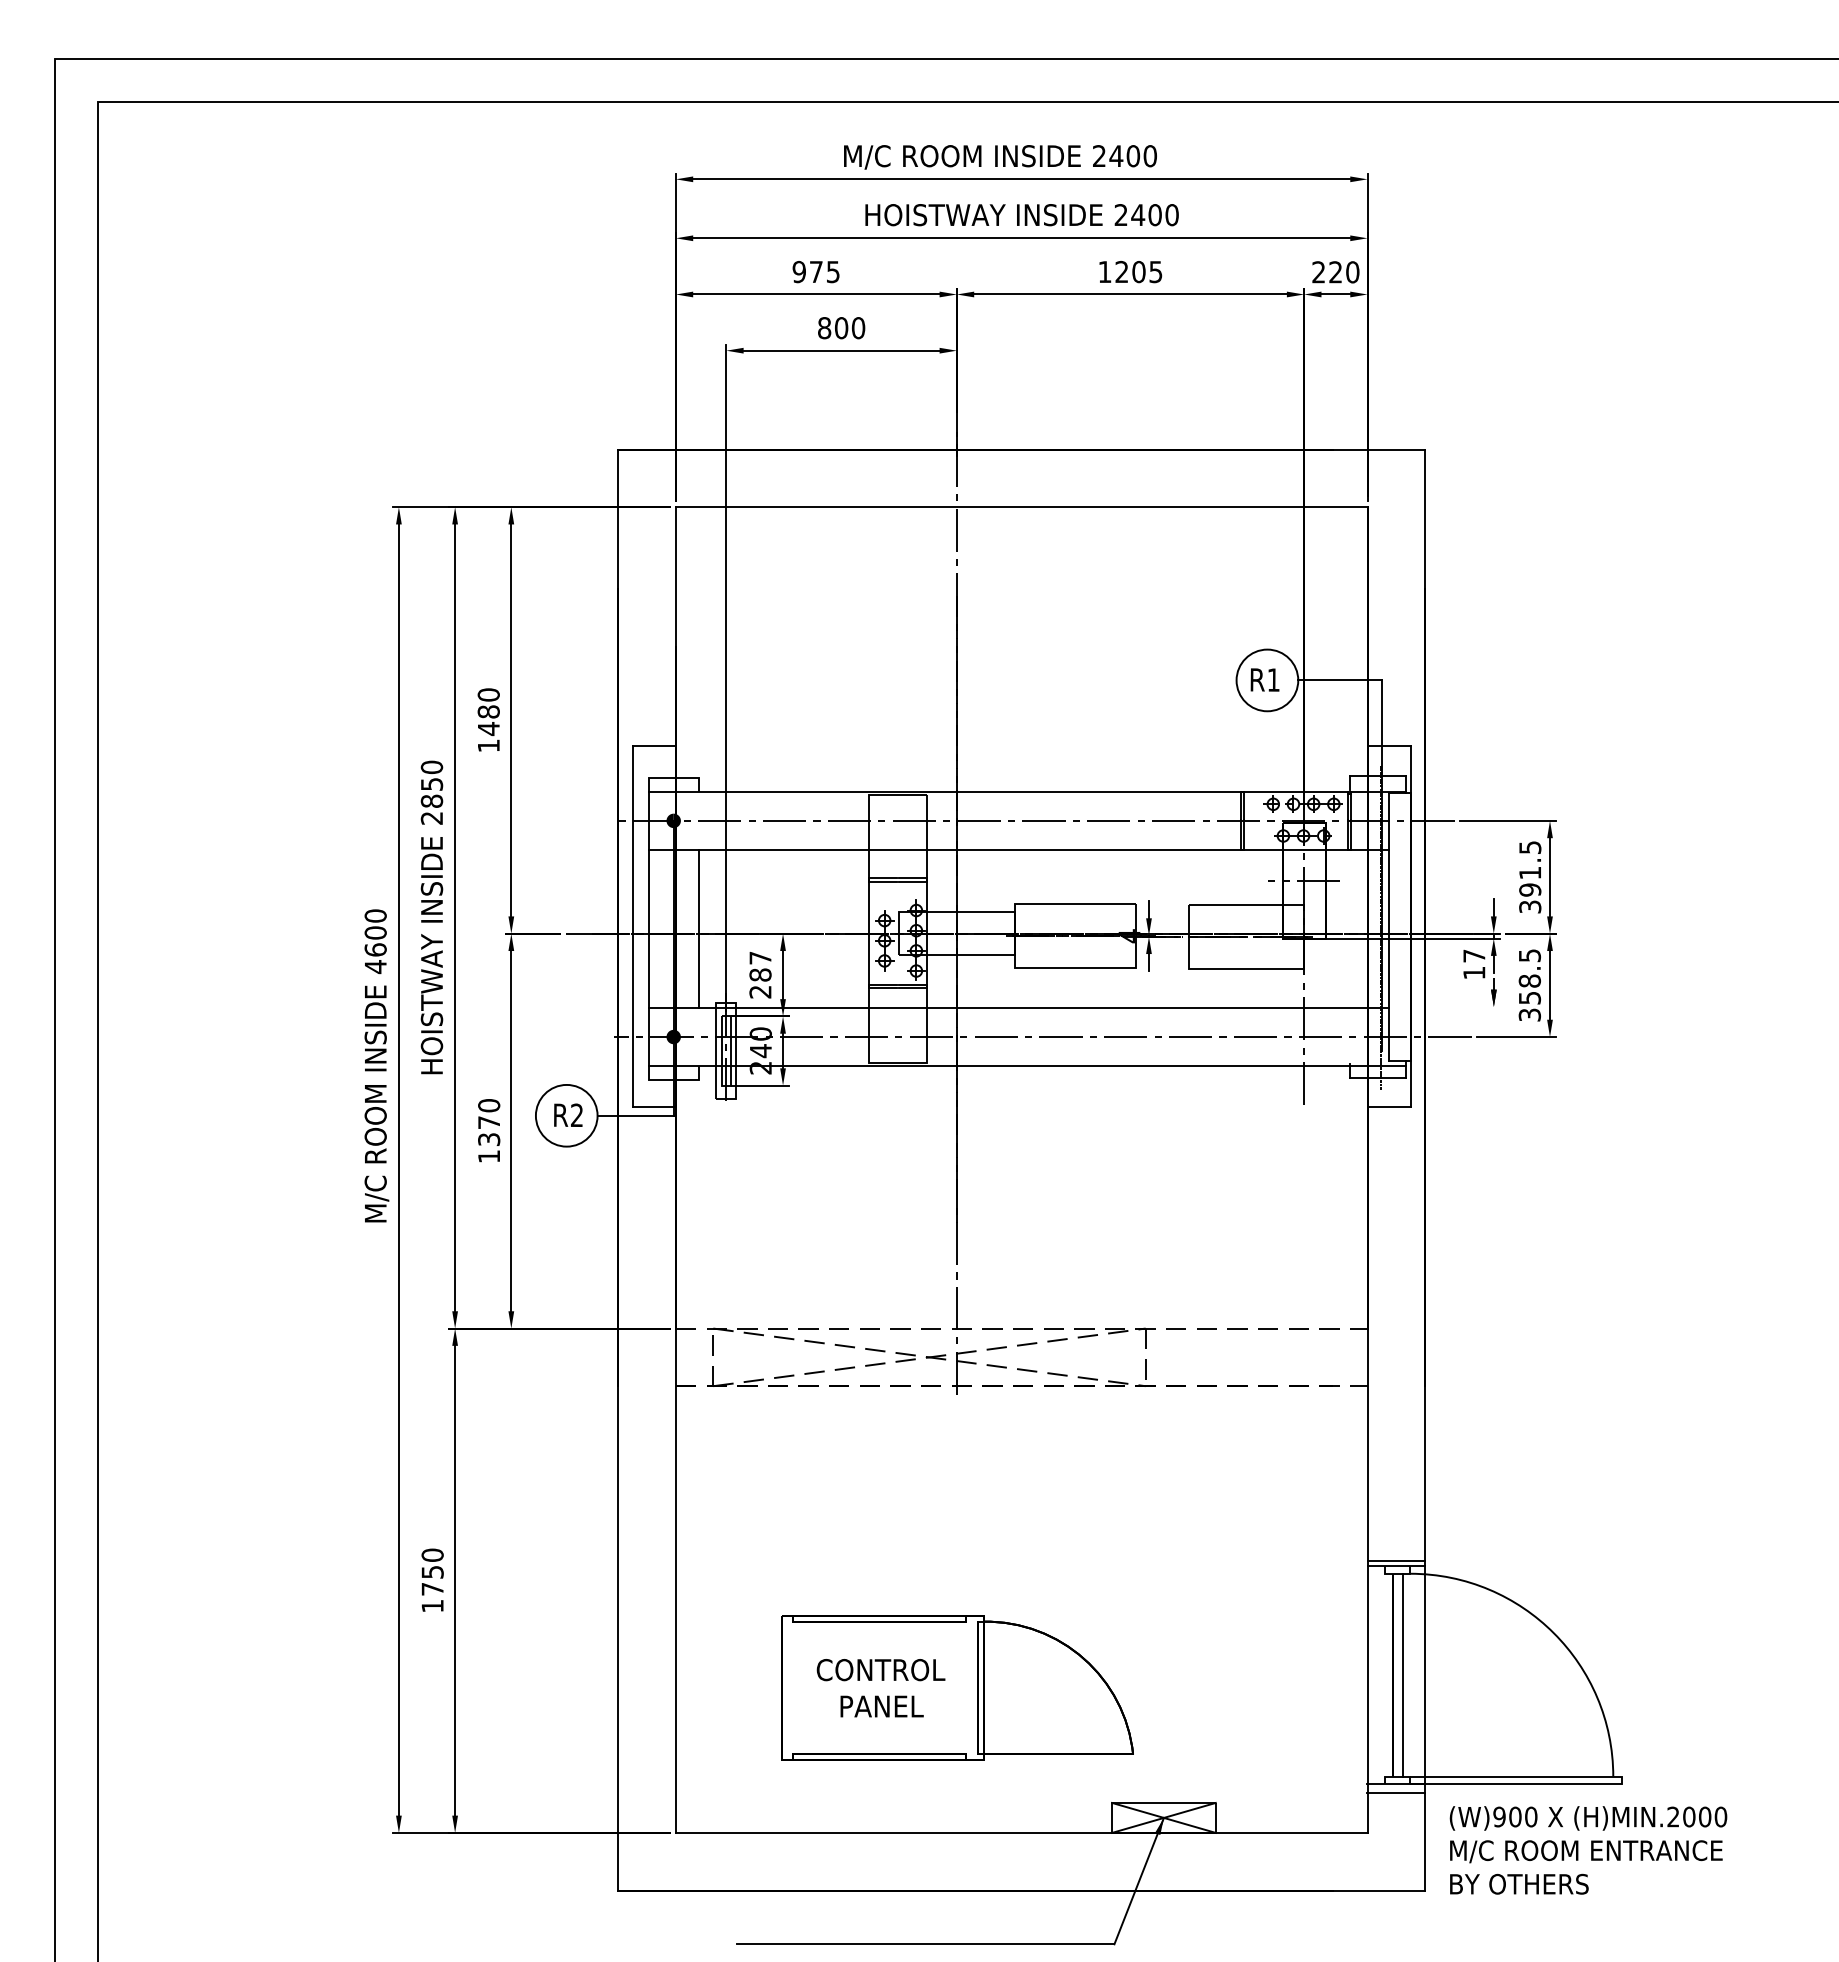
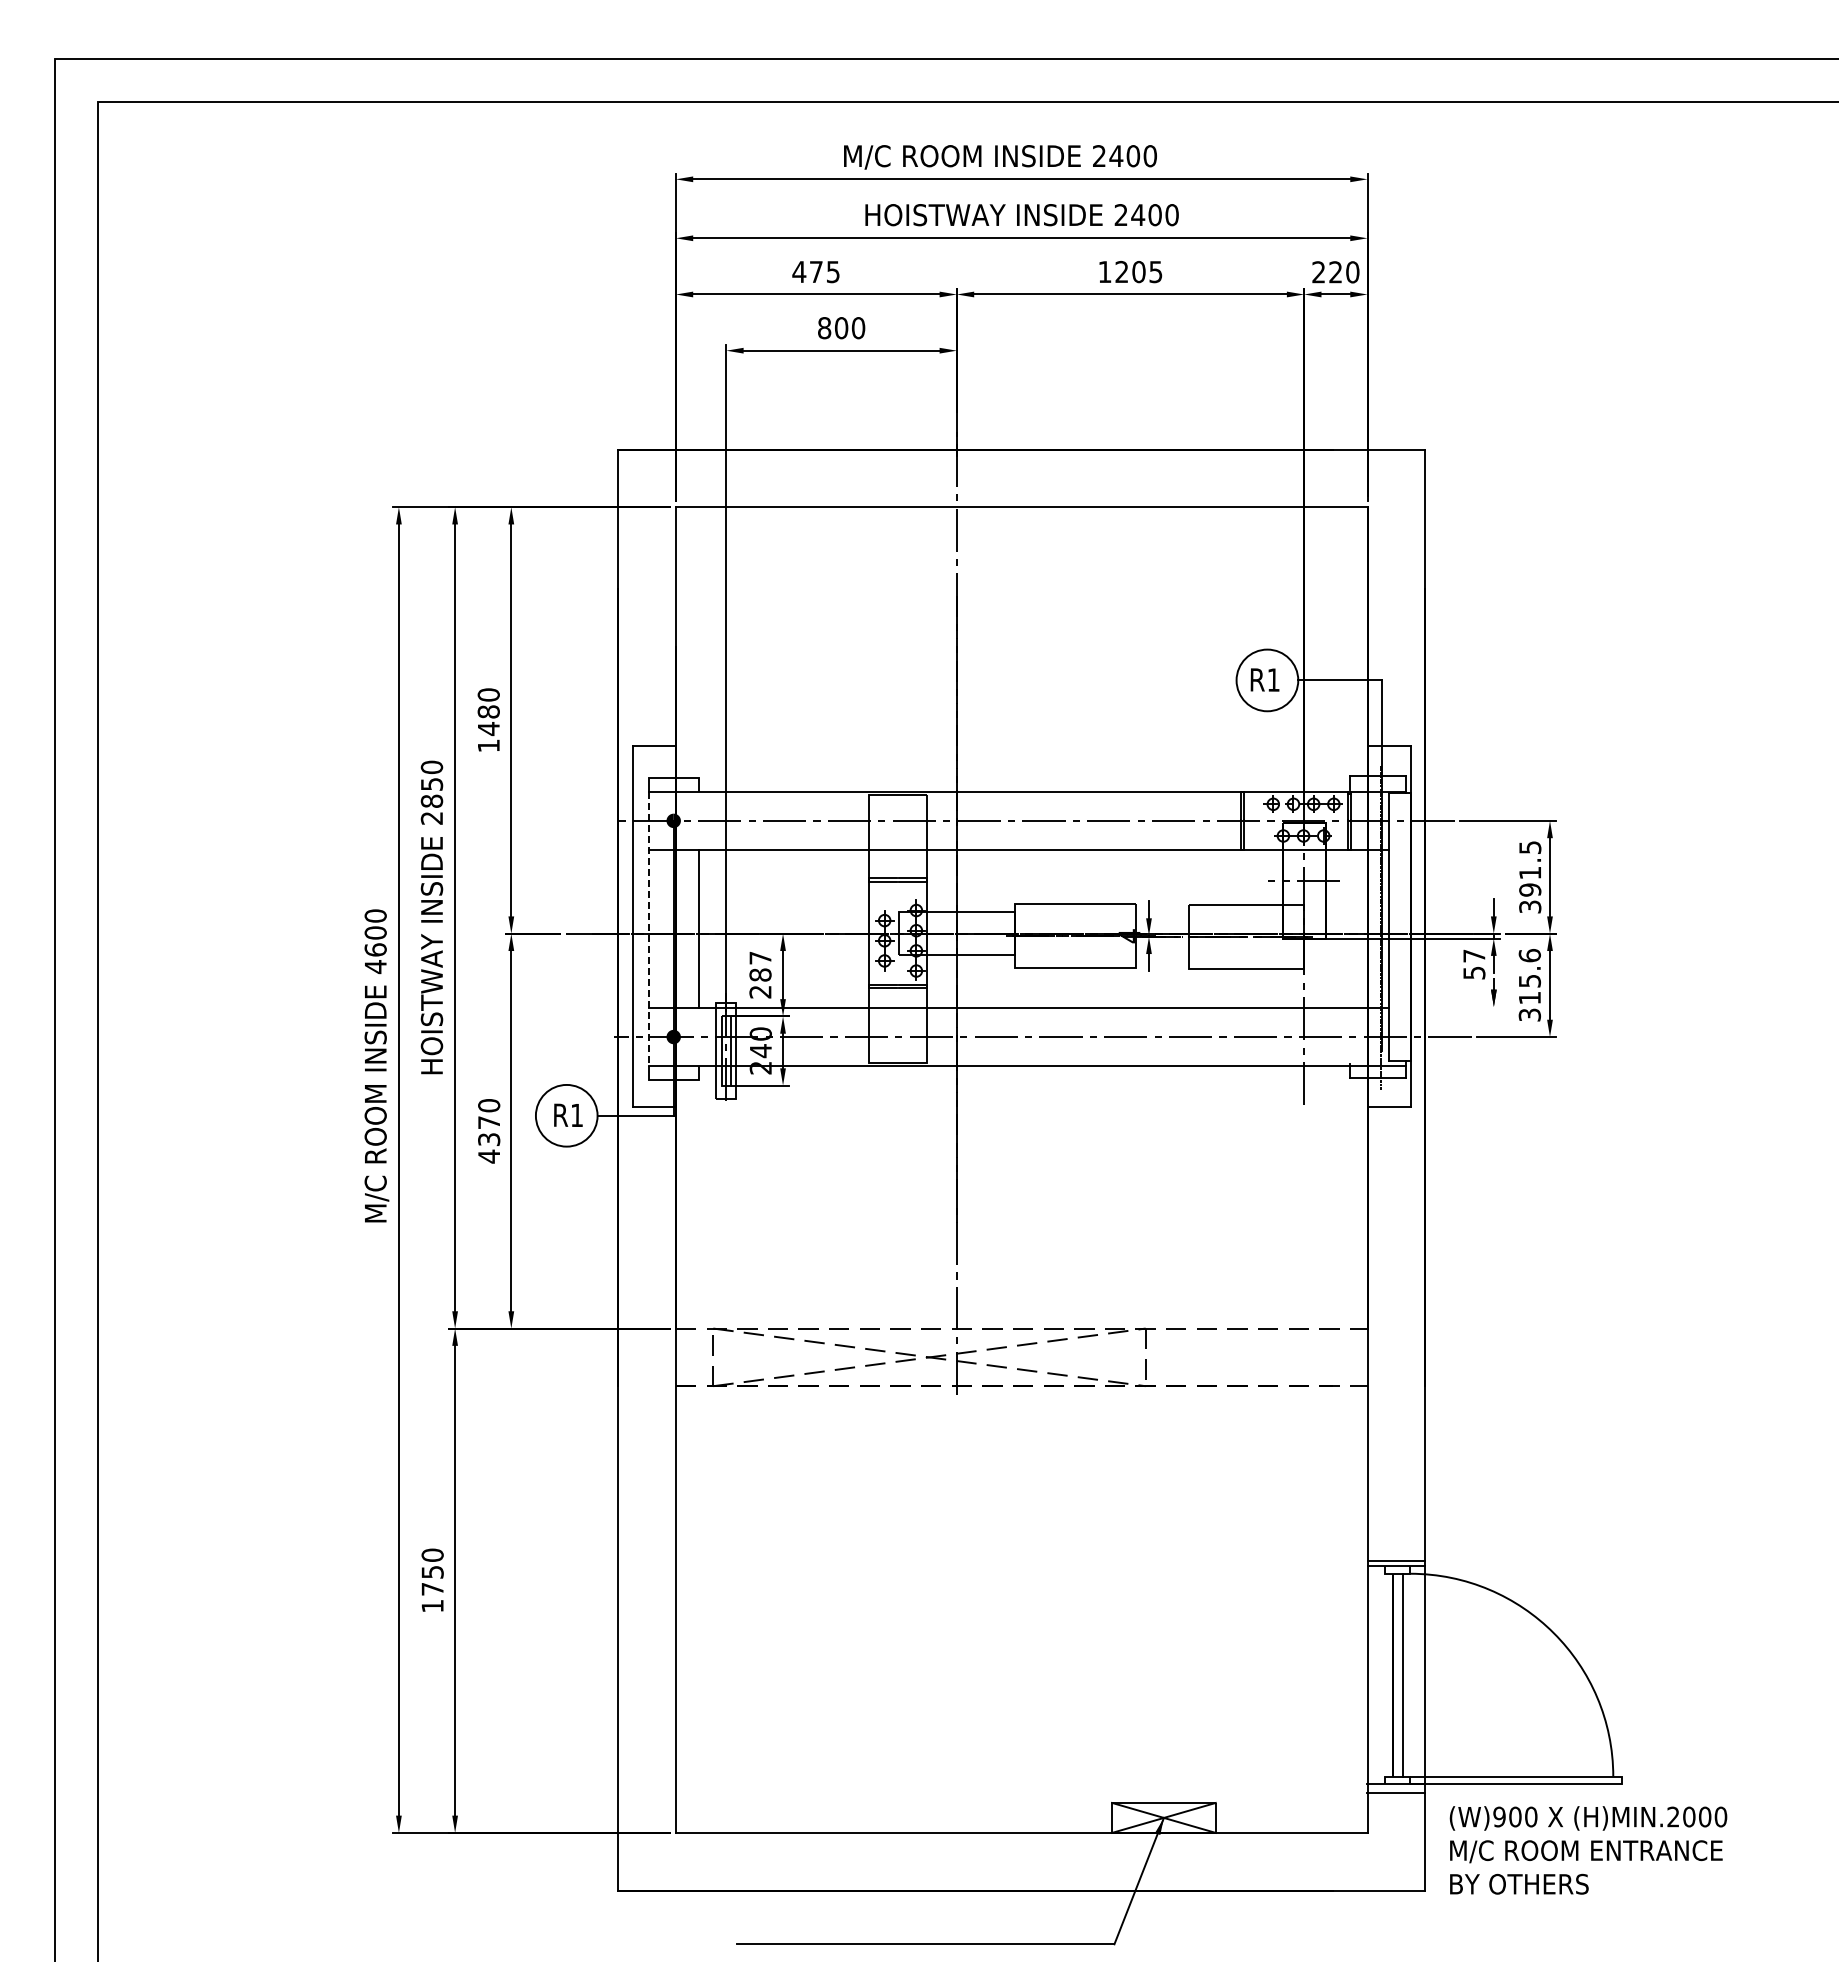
text at (799, 271): 975 -> 475
line at (648, 928): solid -> dashed
text at (1474, 972): 17 -> 57
text at (1529, 976): 358.5 -> 315.6
text at (576, 1114): R2 -> R1
text at (488, 1156): 1370 -> 4370
part at (957, 1687): present -> none
